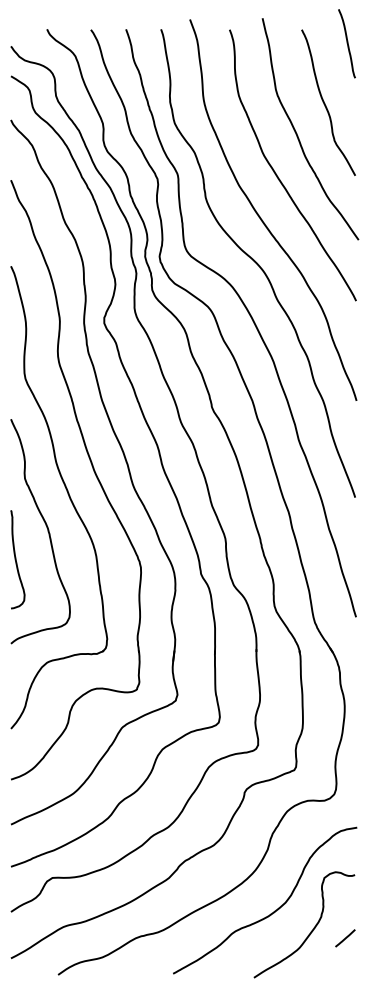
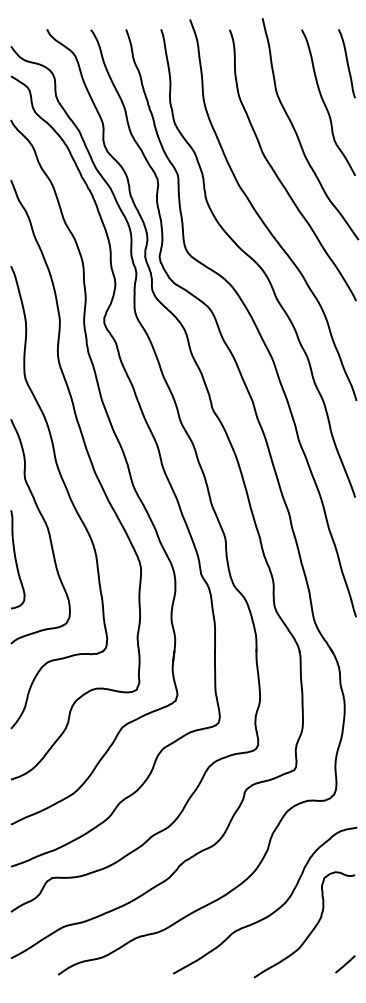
curve at (346, 43) position: (346, 43) -> (346, 63)
line at (345, 938) position: (345, 938) -> (345, 964)
